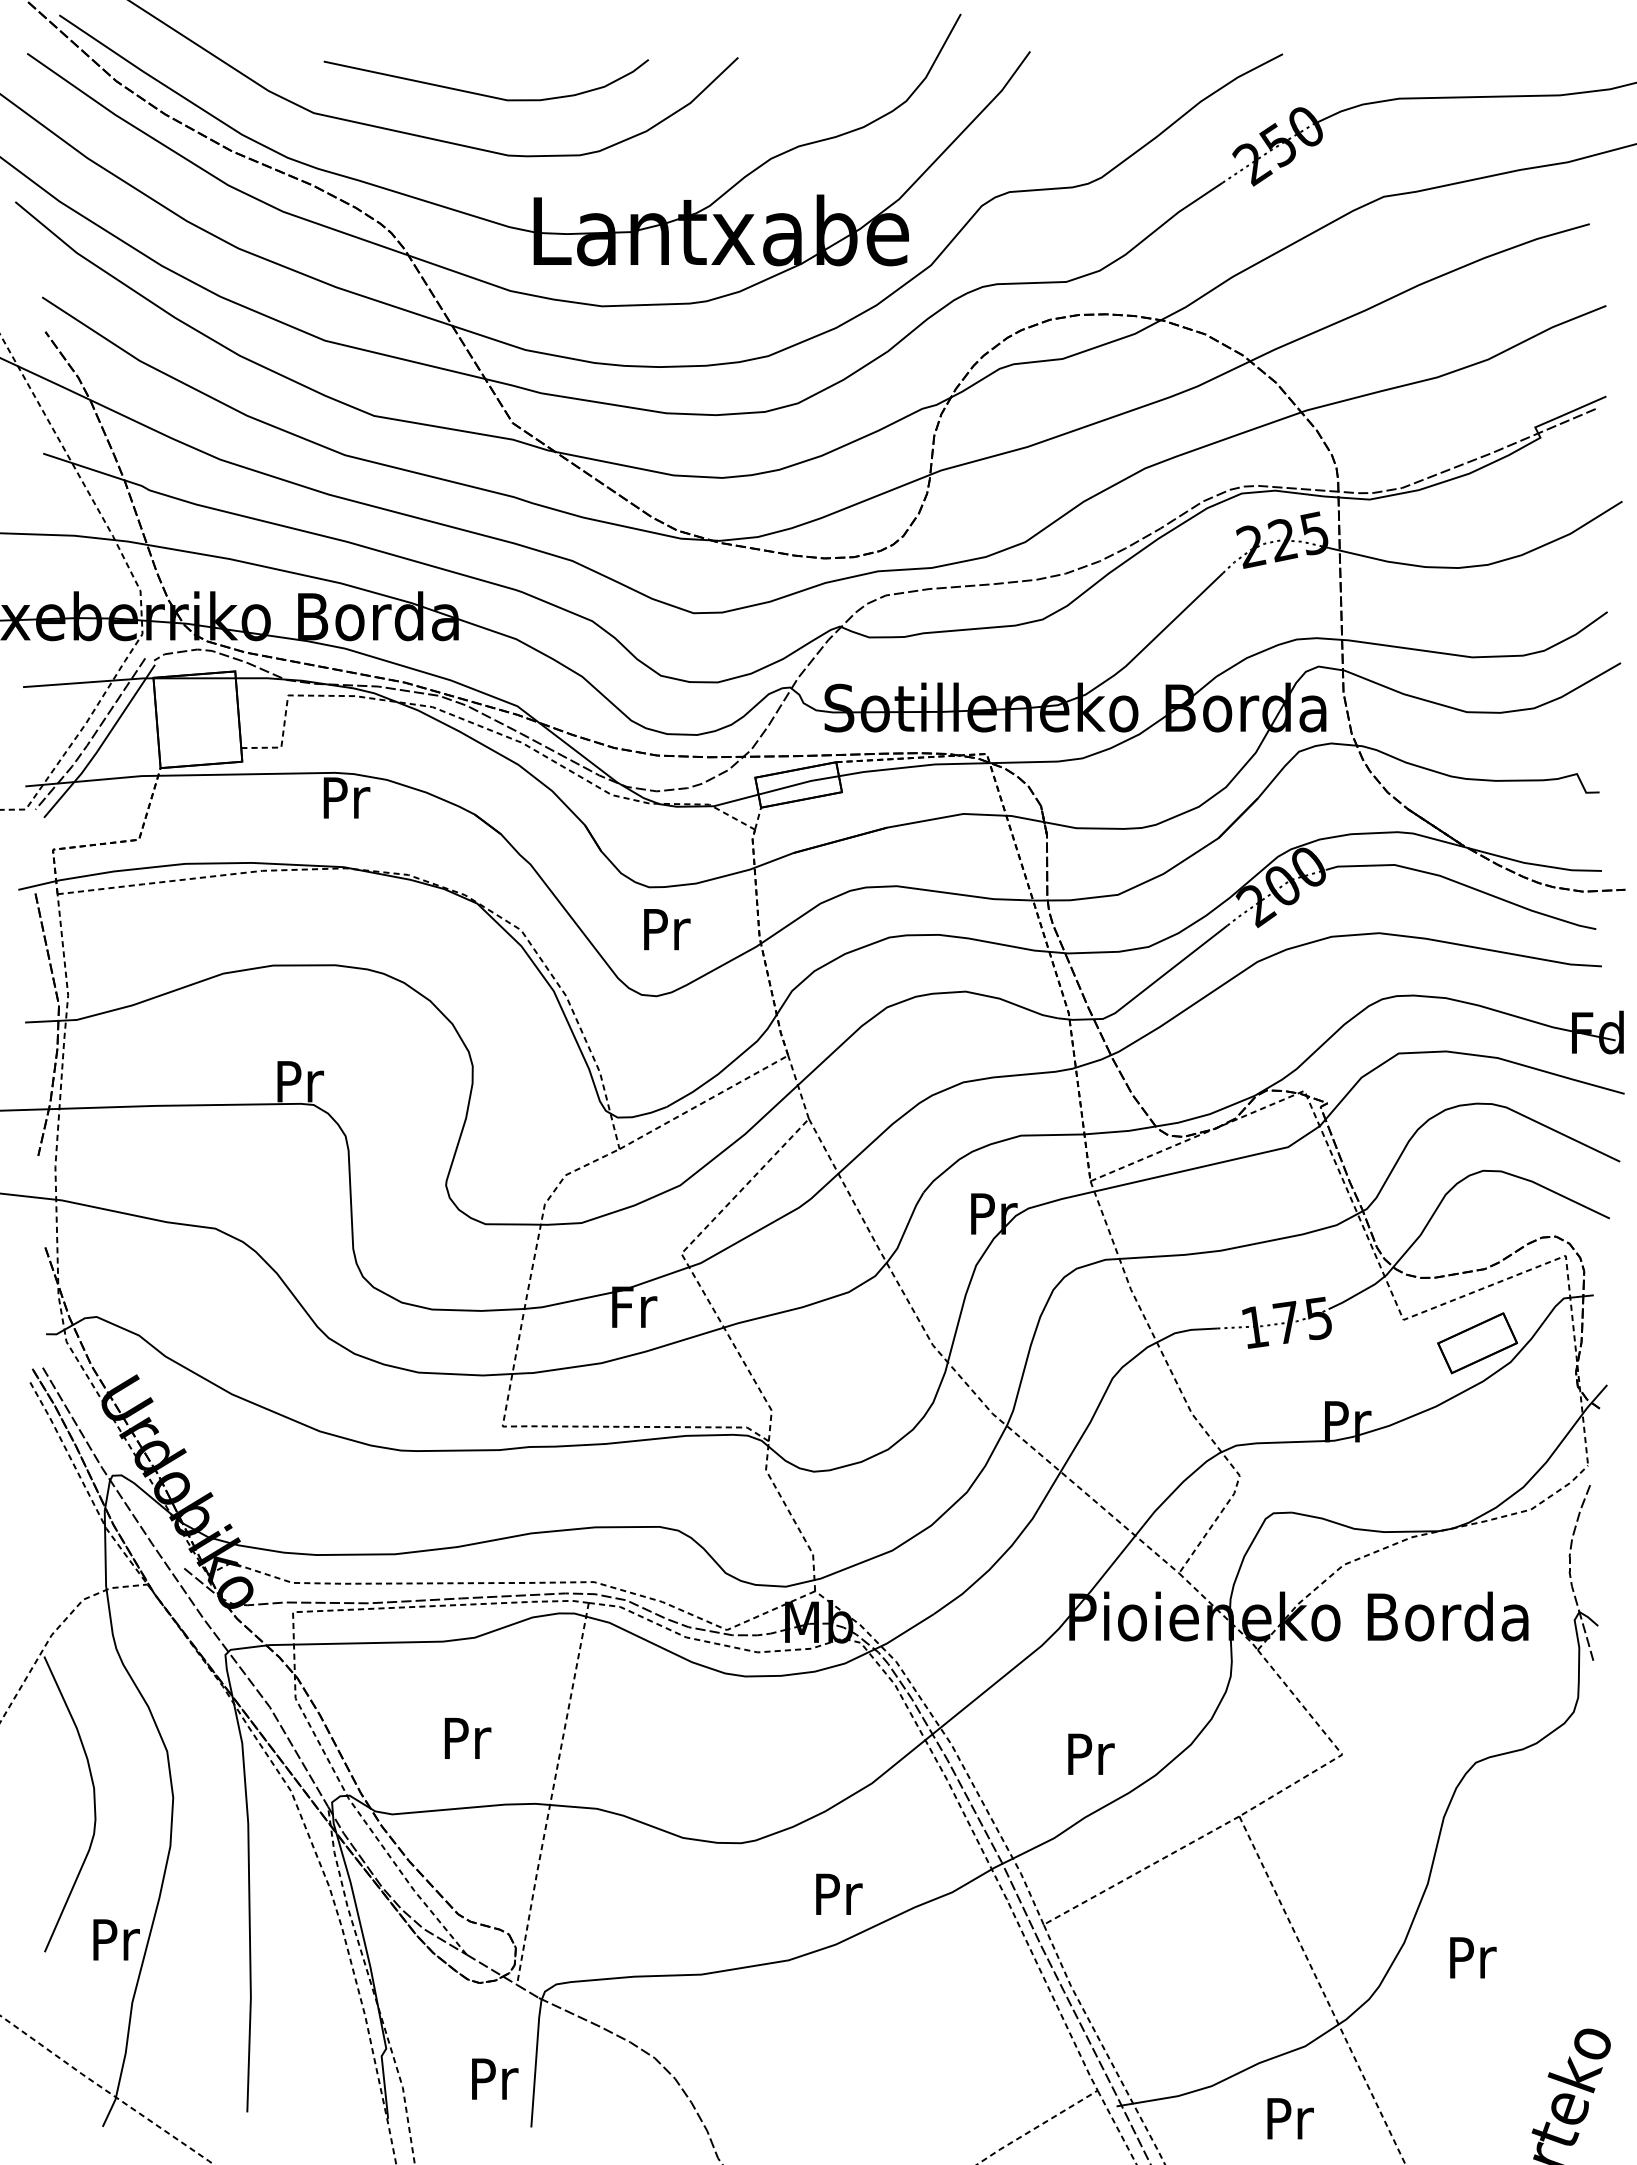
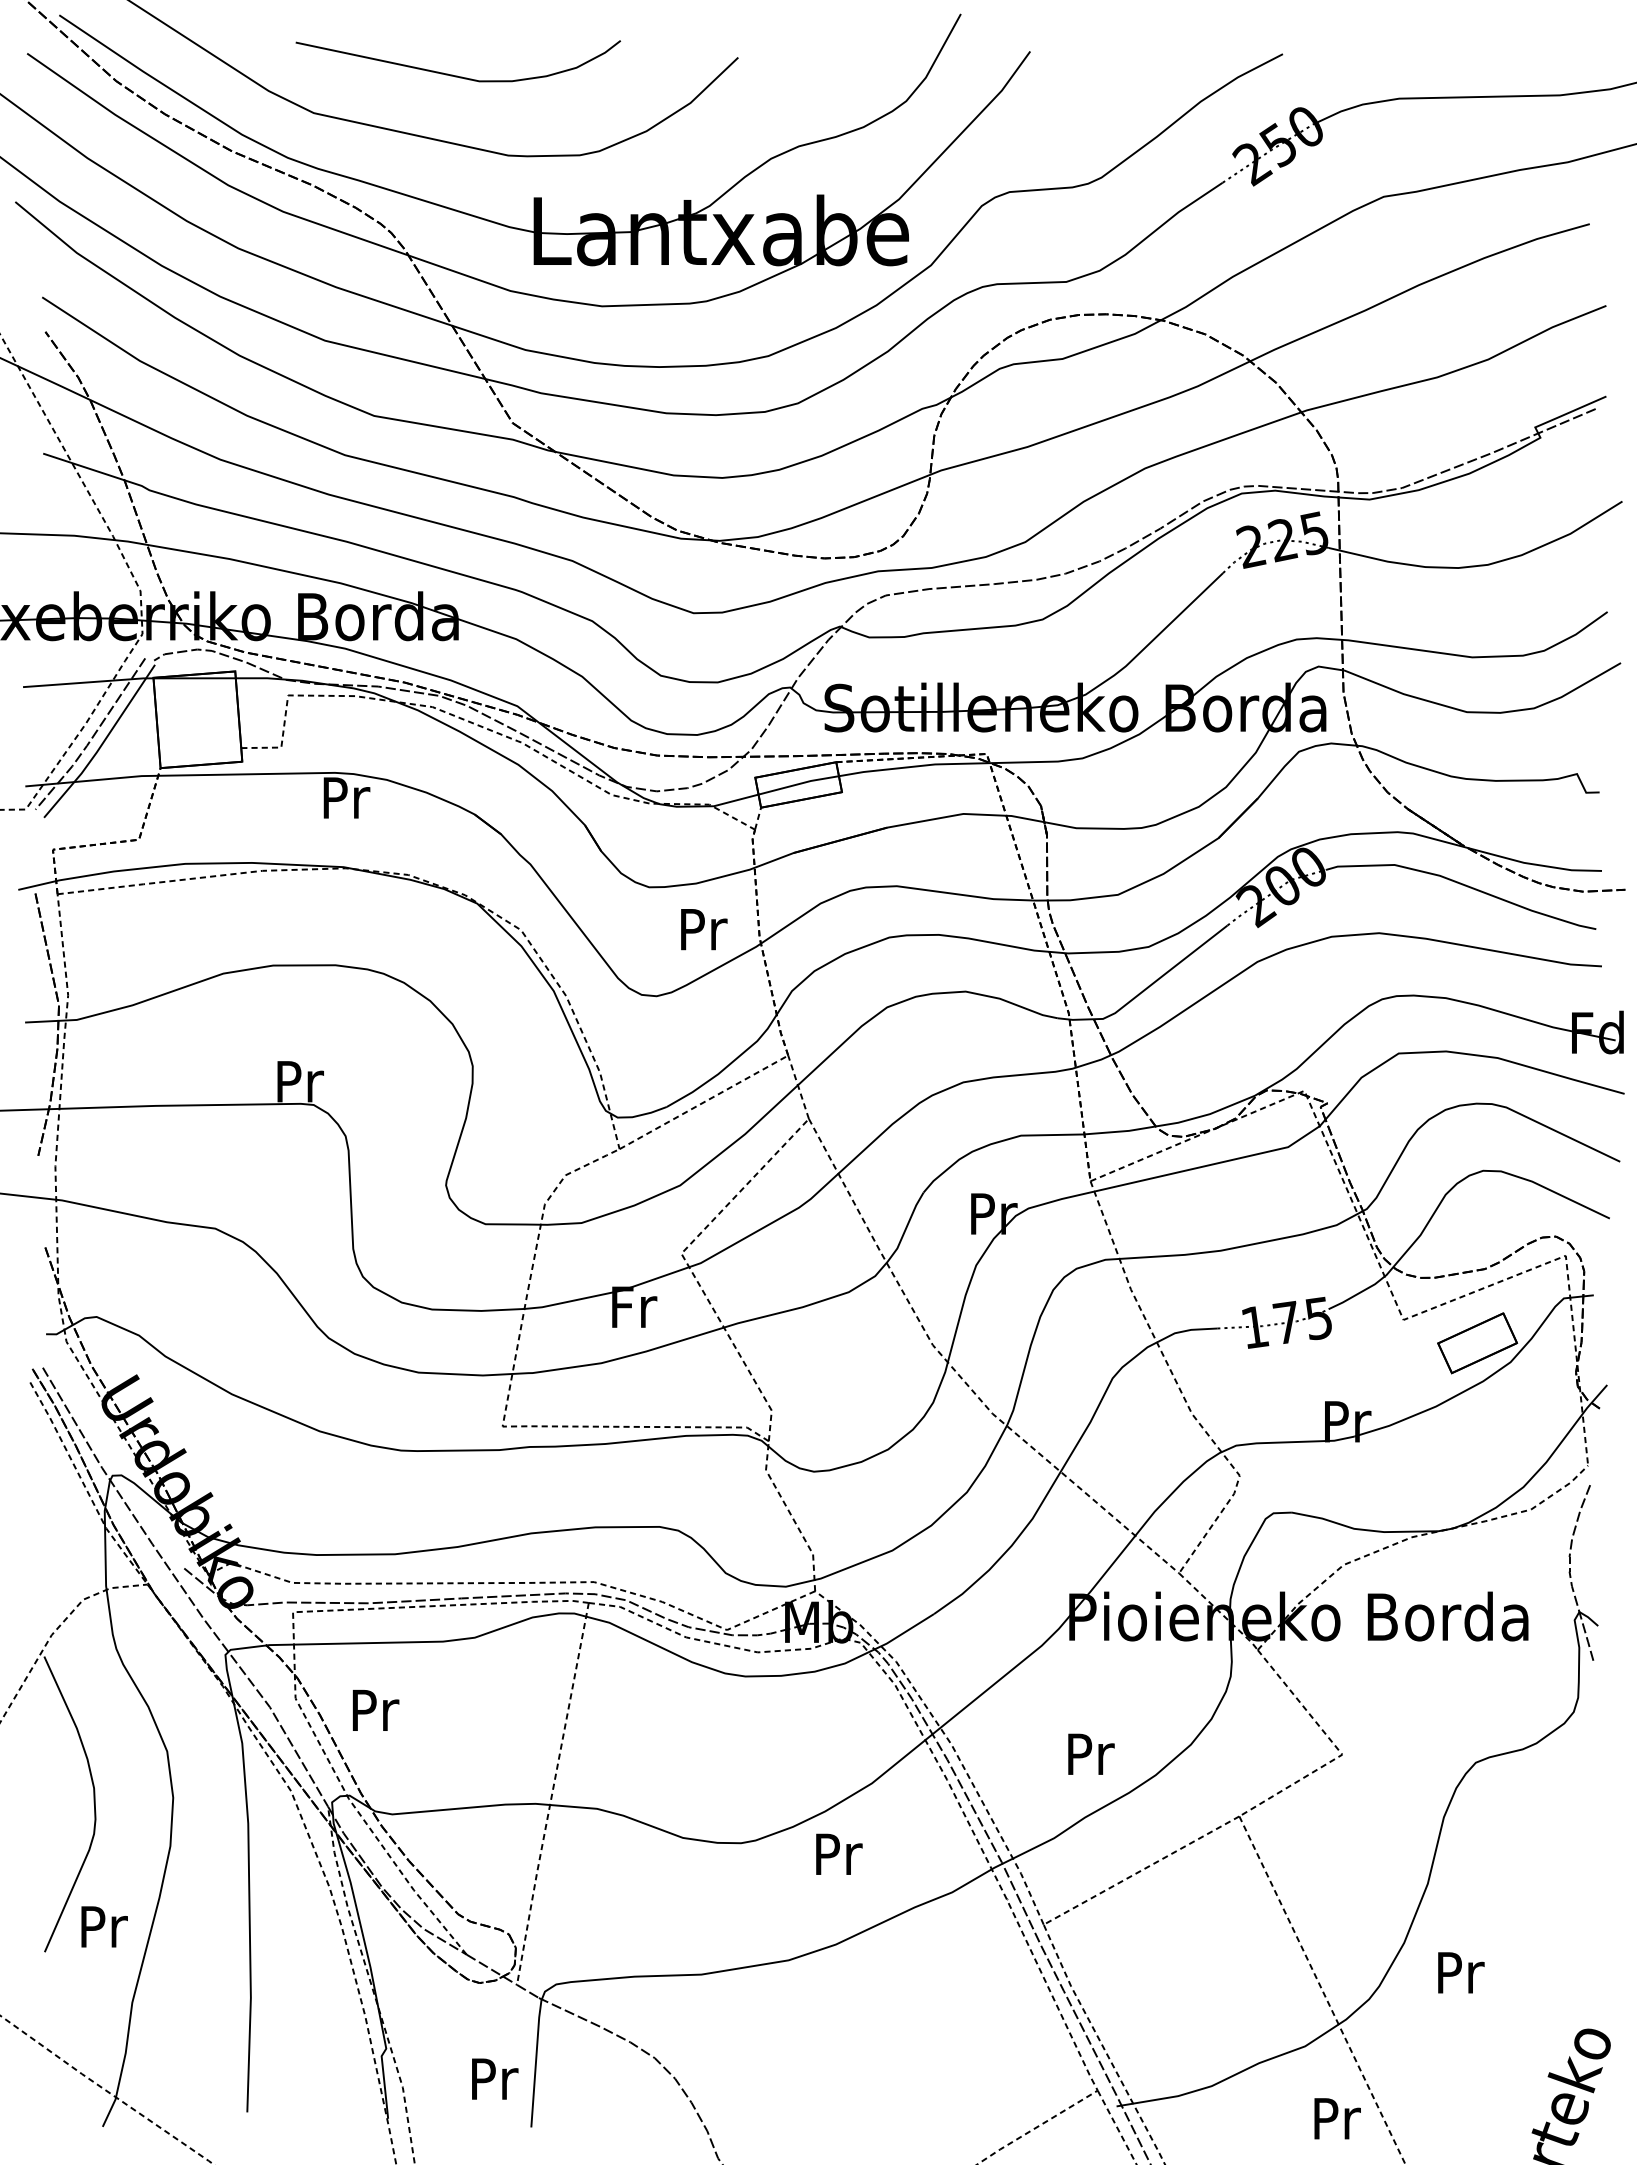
curve at (480, 93) position: (480, 93) -> (452, 74)
text at (667, 929) position: (667, 929) -> (704, 929)
text at (468, 1738) position: (468, 1738) -> (376, 1710)
text at (839, 1893) position: (839, 1893) -> (839, 1853)
text at (116, 1939) position: (116, 1939) -> (104, 1926)
text at (1473, 1957) position: (1473, 1957) -> (1461, 1972)
text at (1290, 2118) position: (1290, 2118) -> (1337, 2118)
